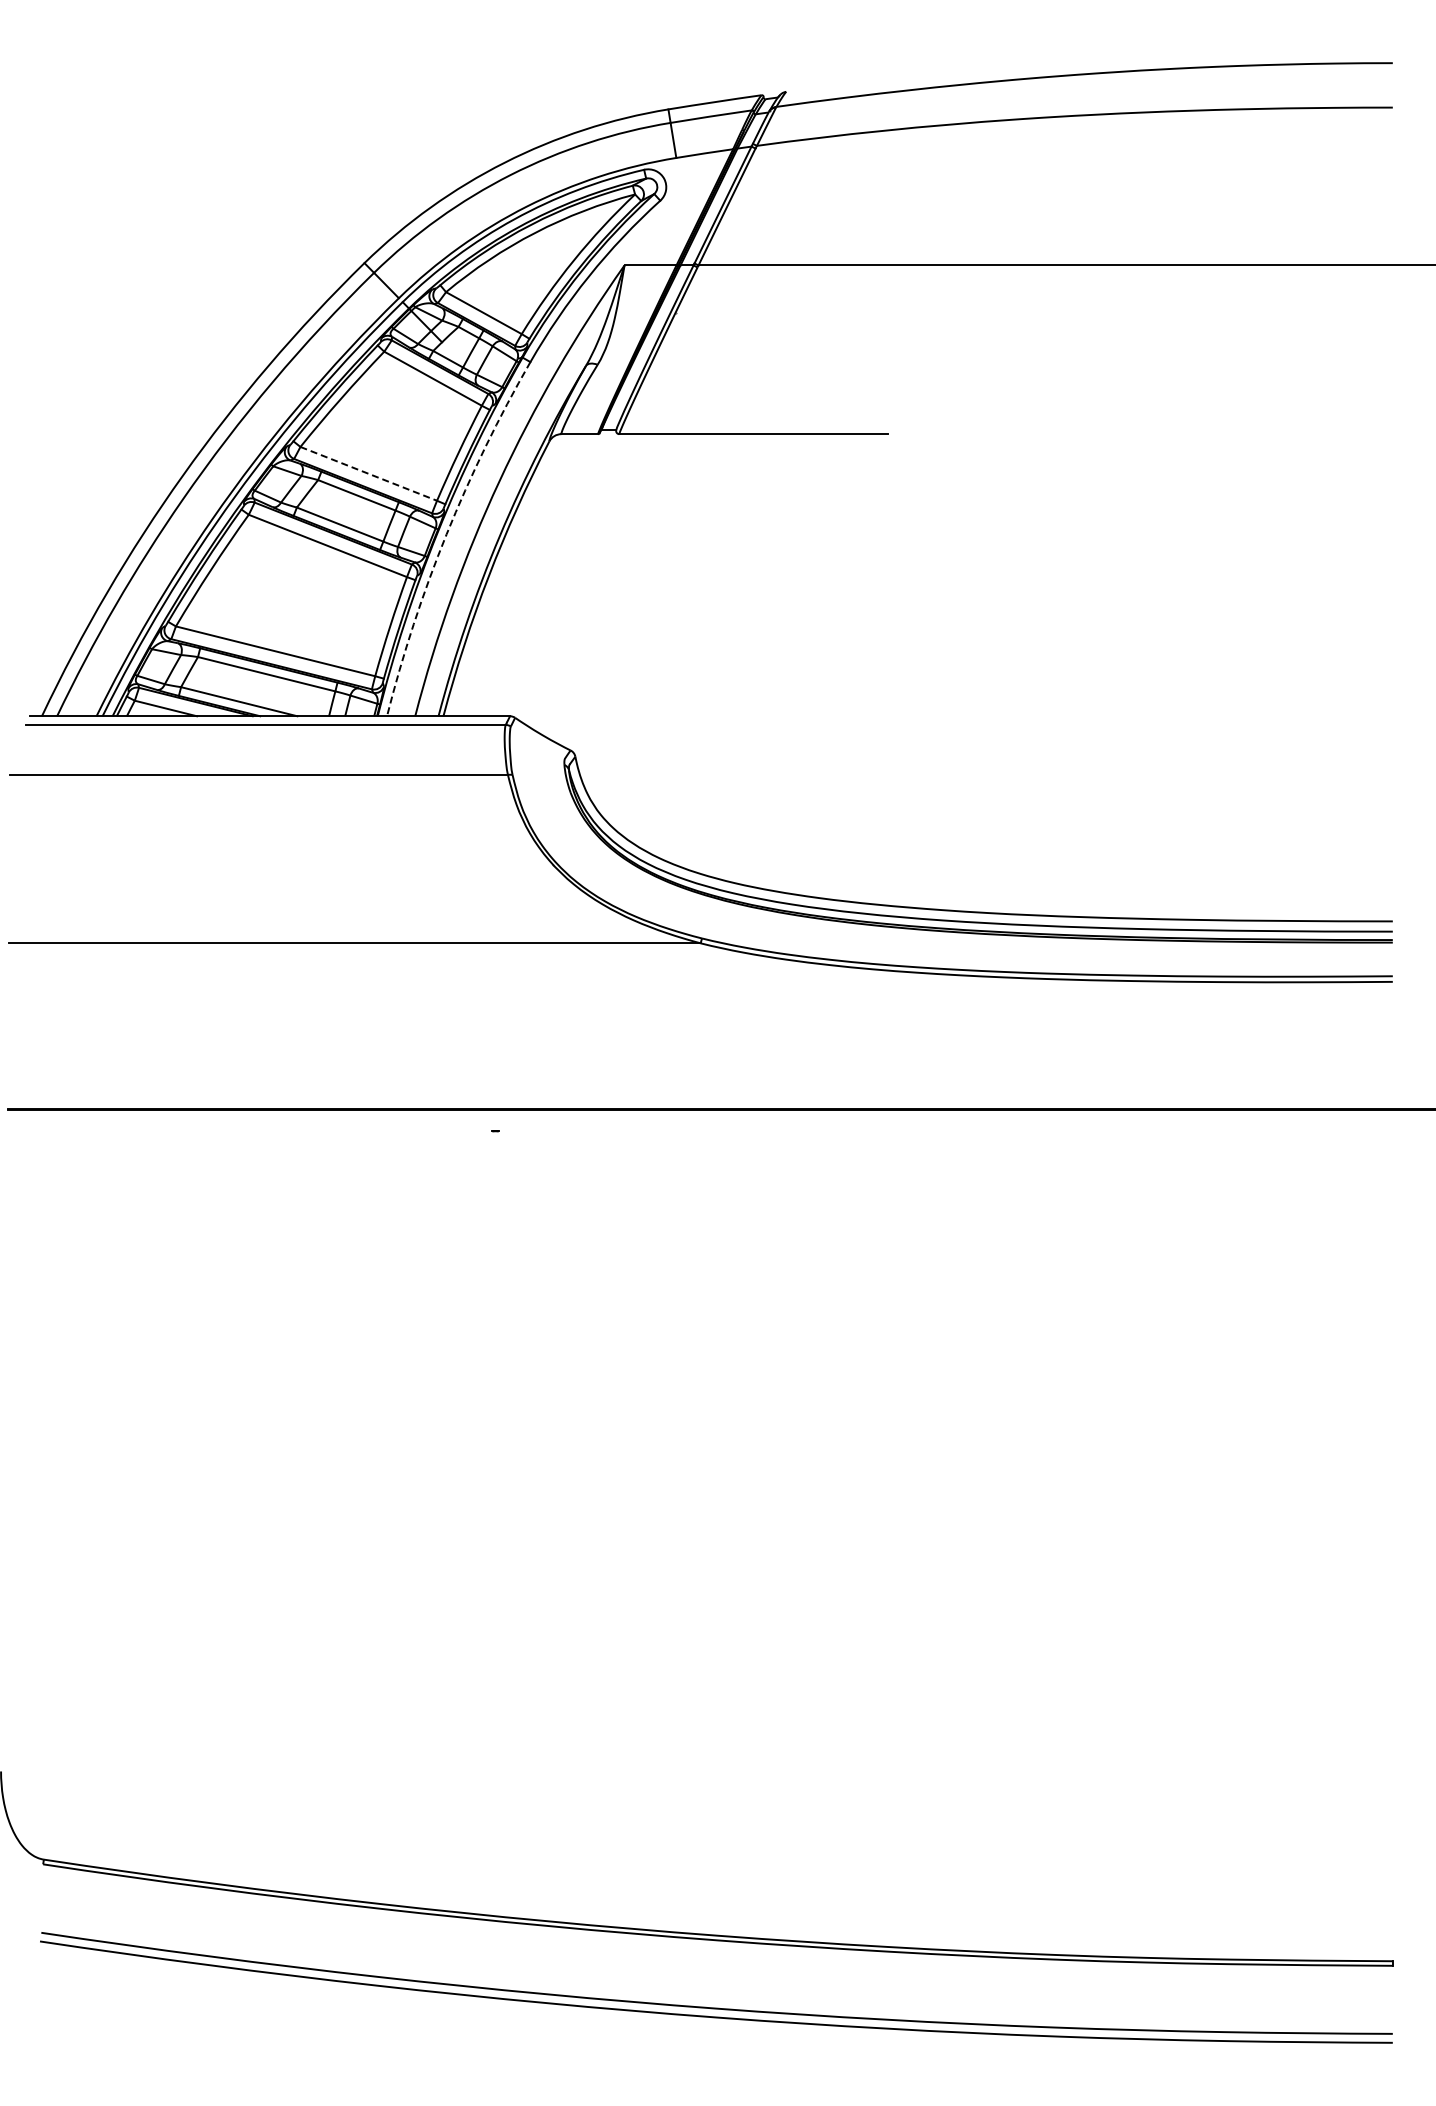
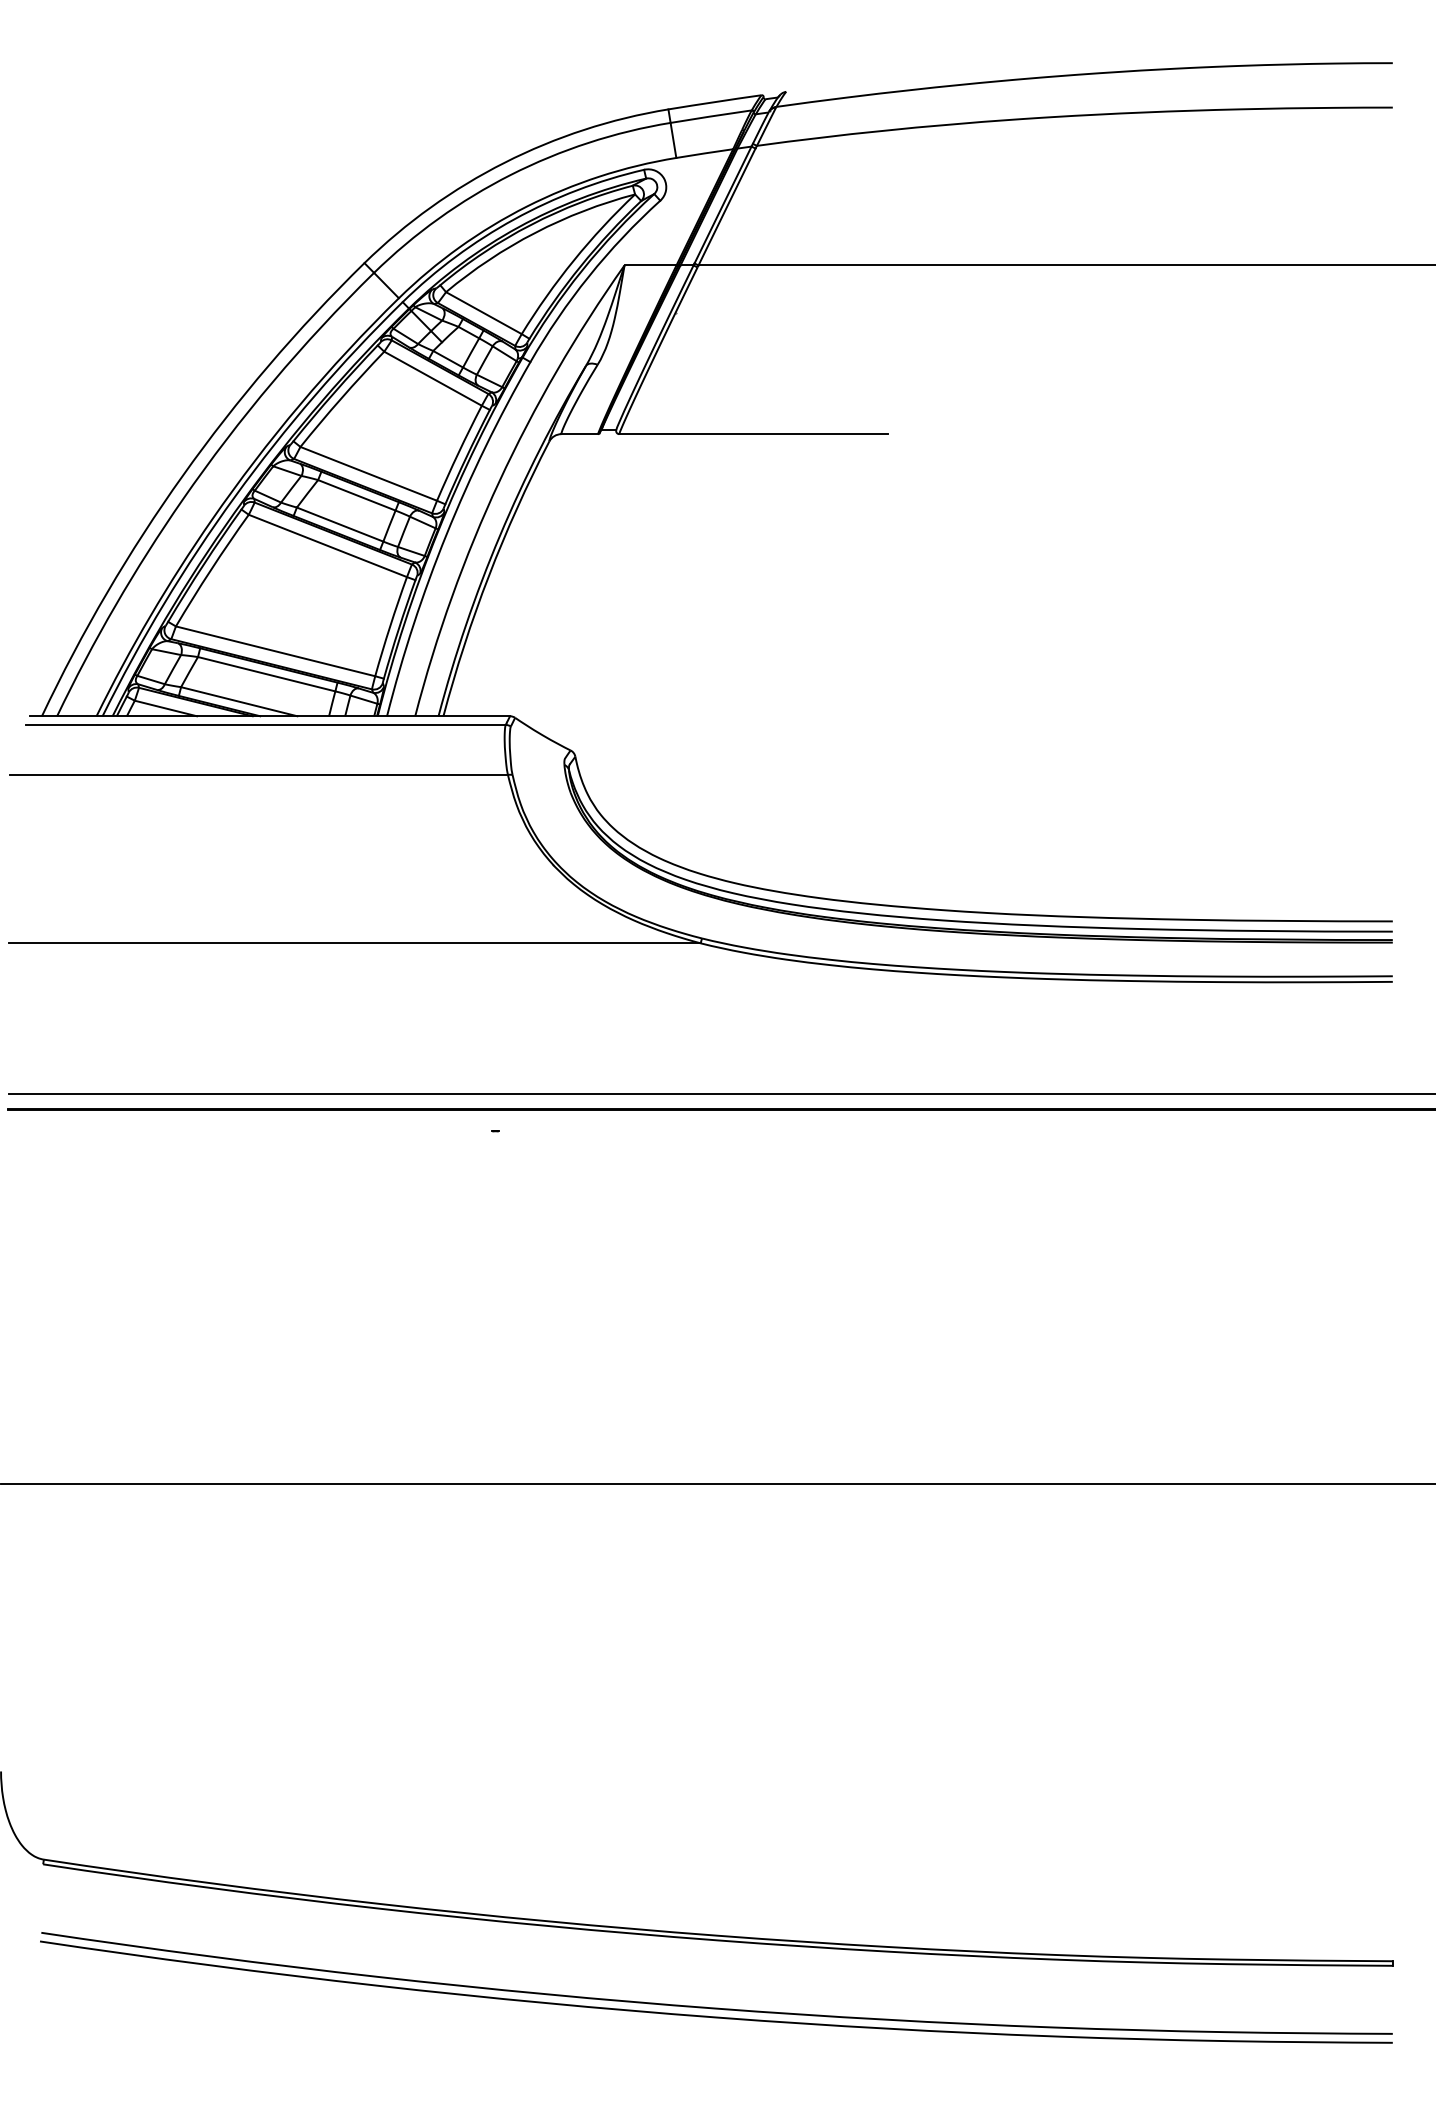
line at (369, 474): dashed -> solid
arc at (446, 534): dashed -> solid
line at (720, 1094): none -> present
line at (717, 1483): none -> present
